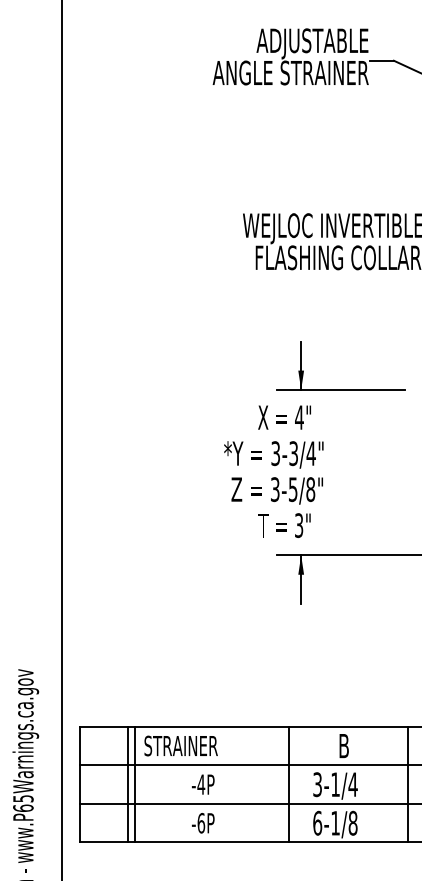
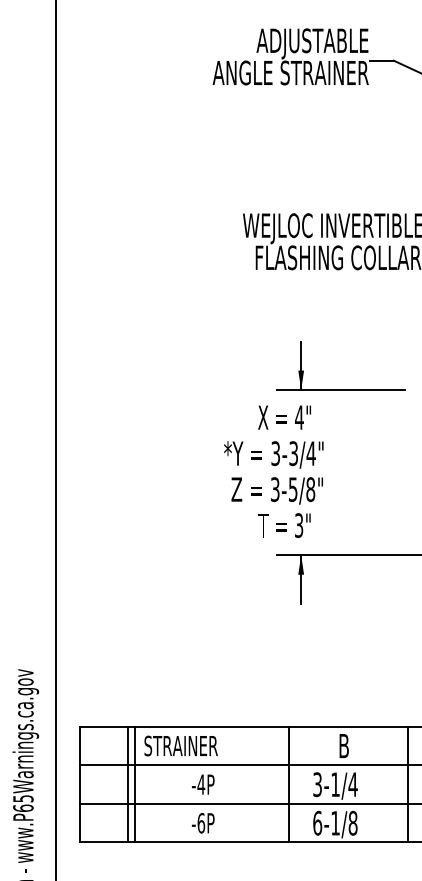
line at (61, 439) position: (61, 439) -> (55, 439)
